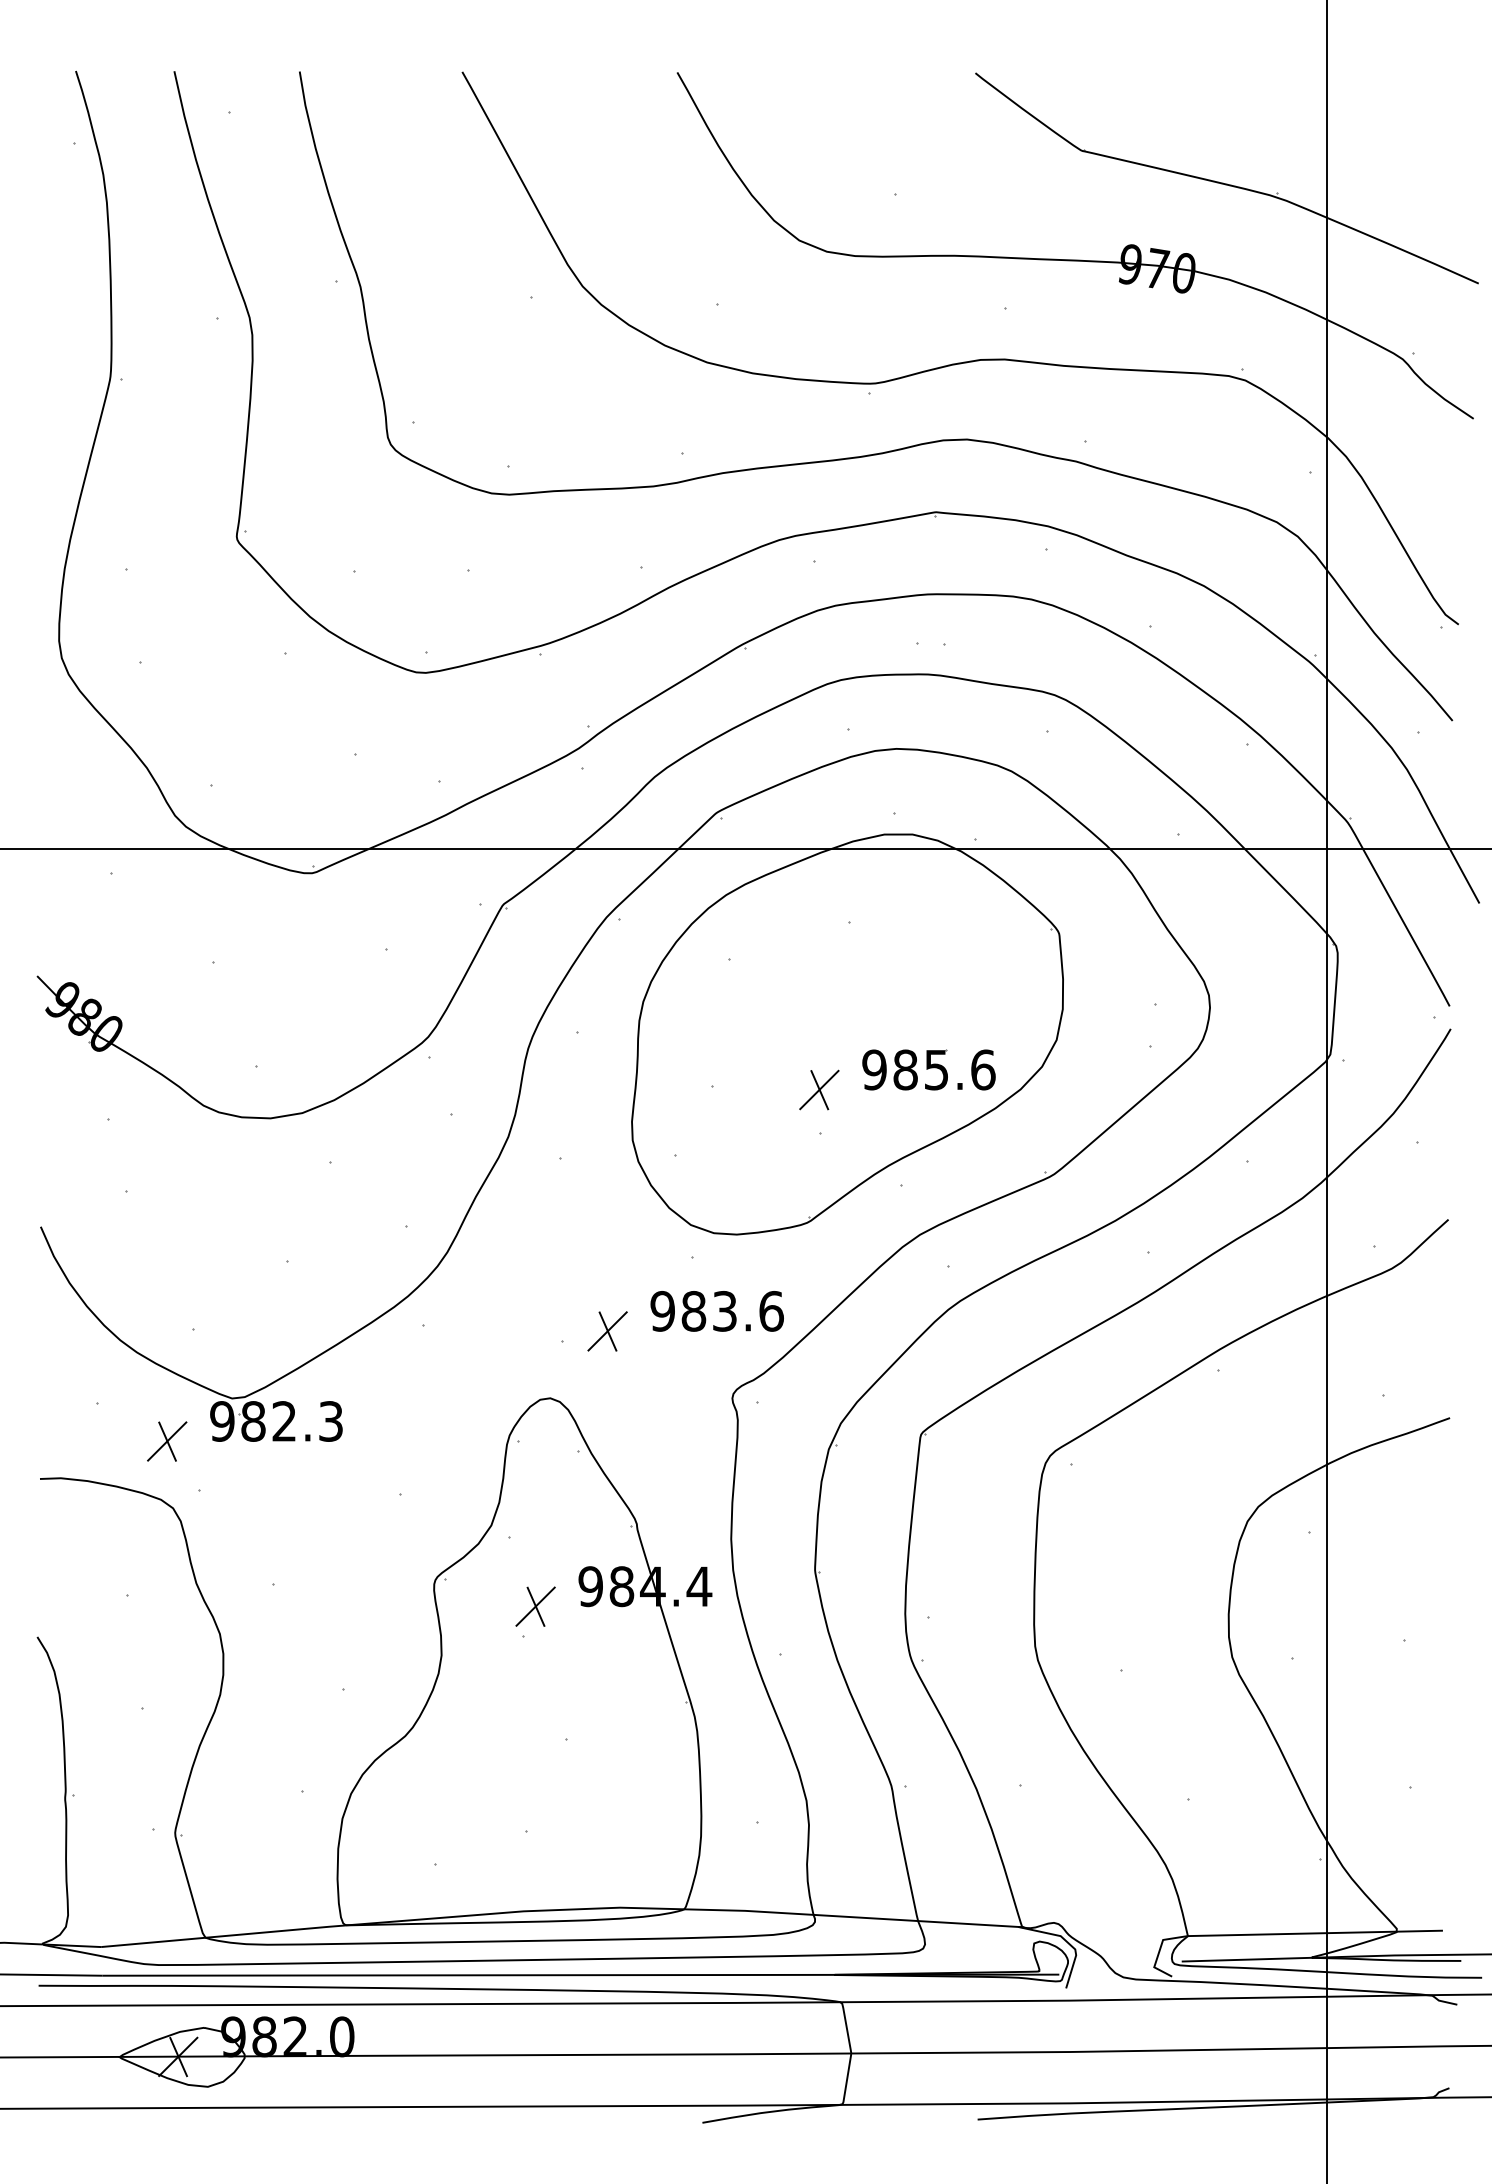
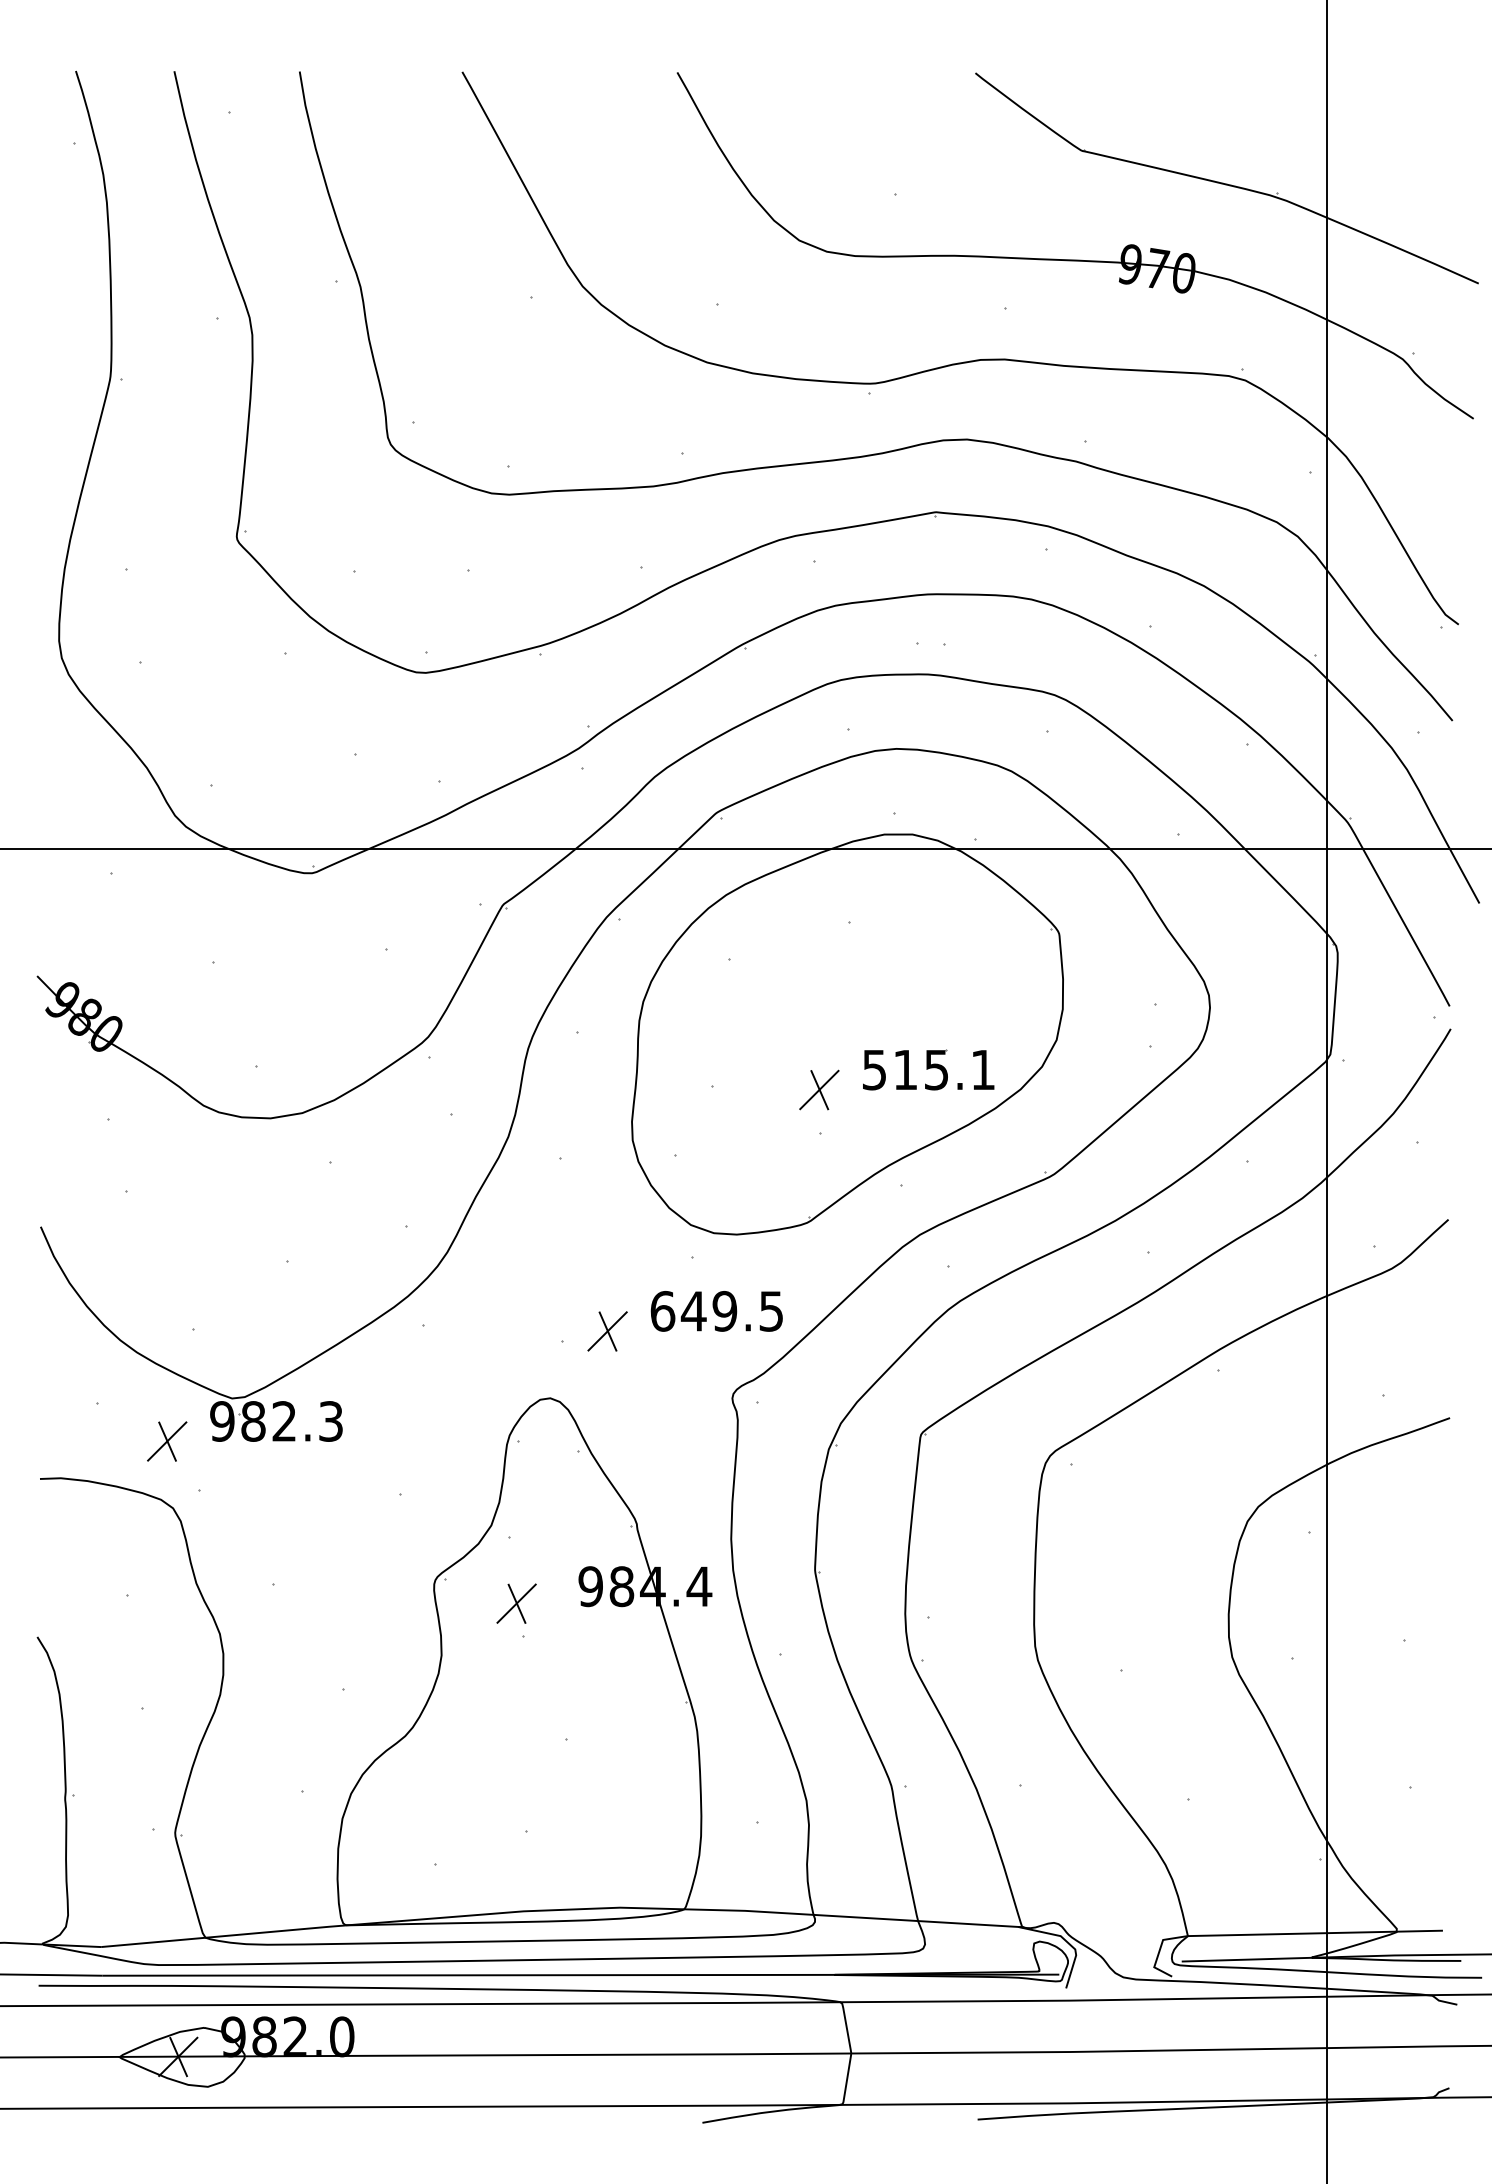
text at (928, 1069): 985.6 -> 515.1
text at (716, 1311): 983.6 -> 649.5
part at (535, 1606) position: (535, 1606) -> (516, 1603)
